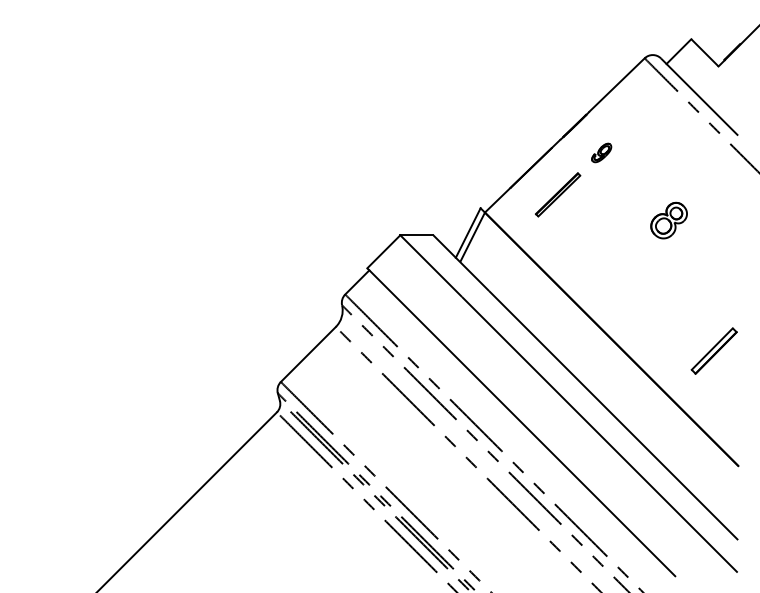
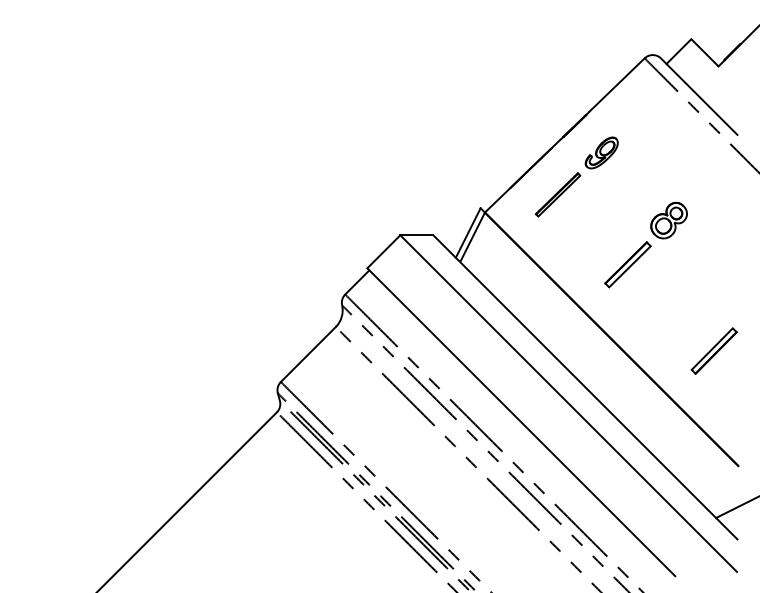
part at (601, 152) size: 22x22 px -> 35x34 px
part at (627, 264): none -> present
line at (736, 507): none -> present
